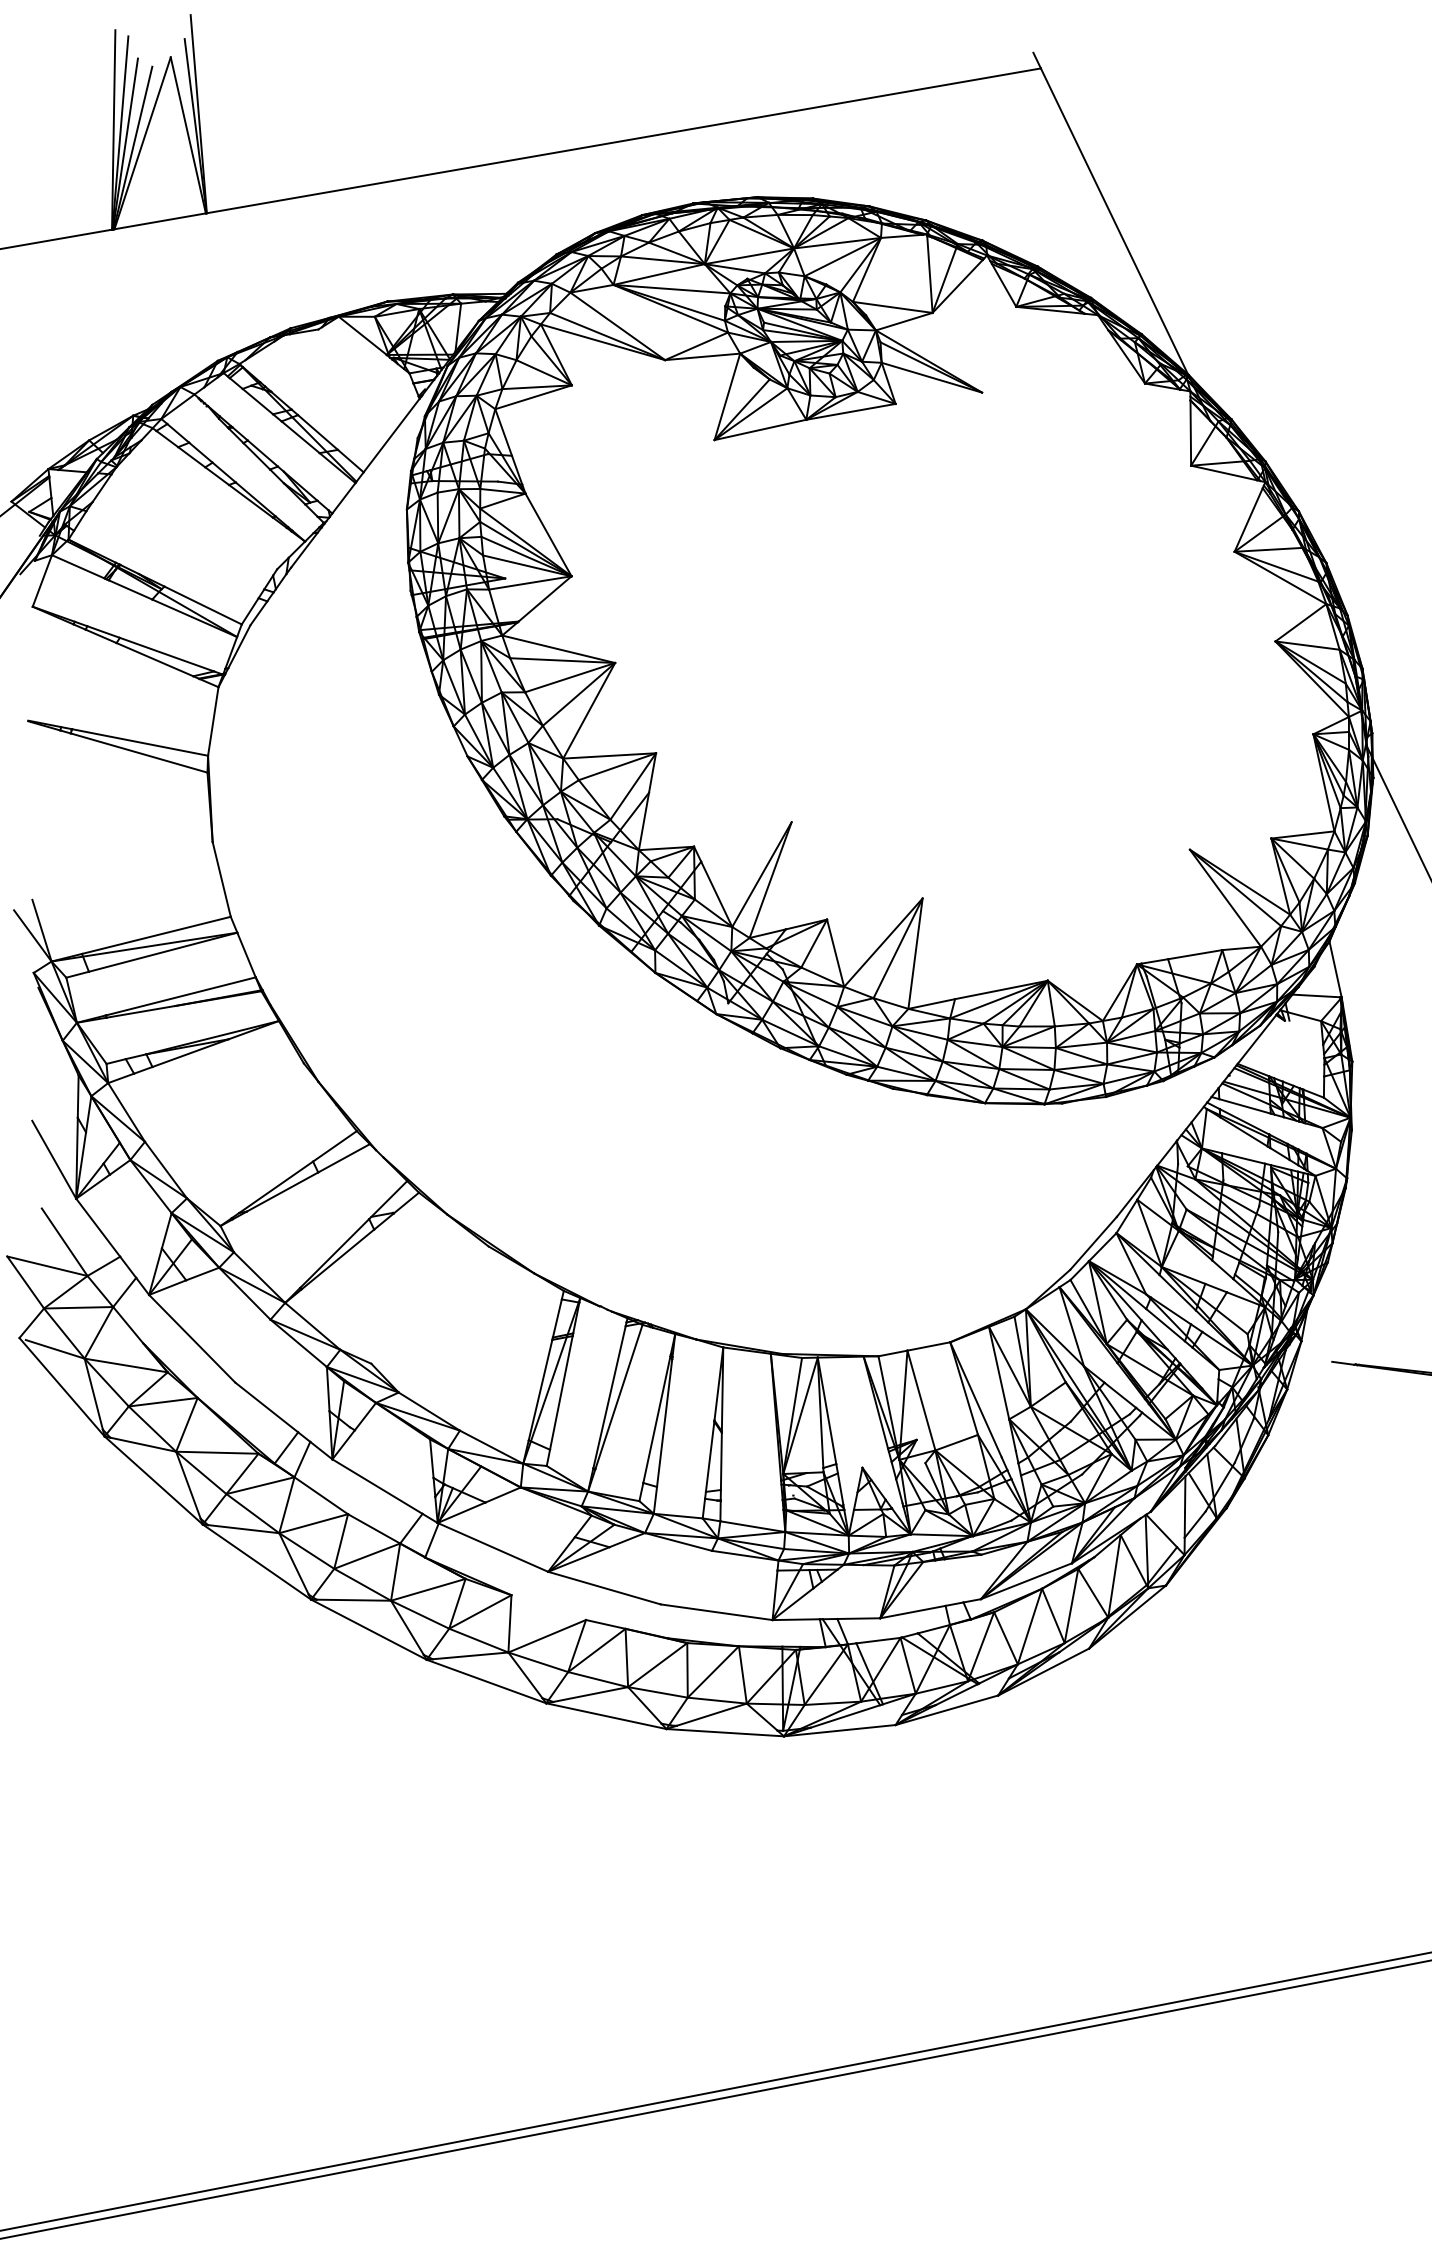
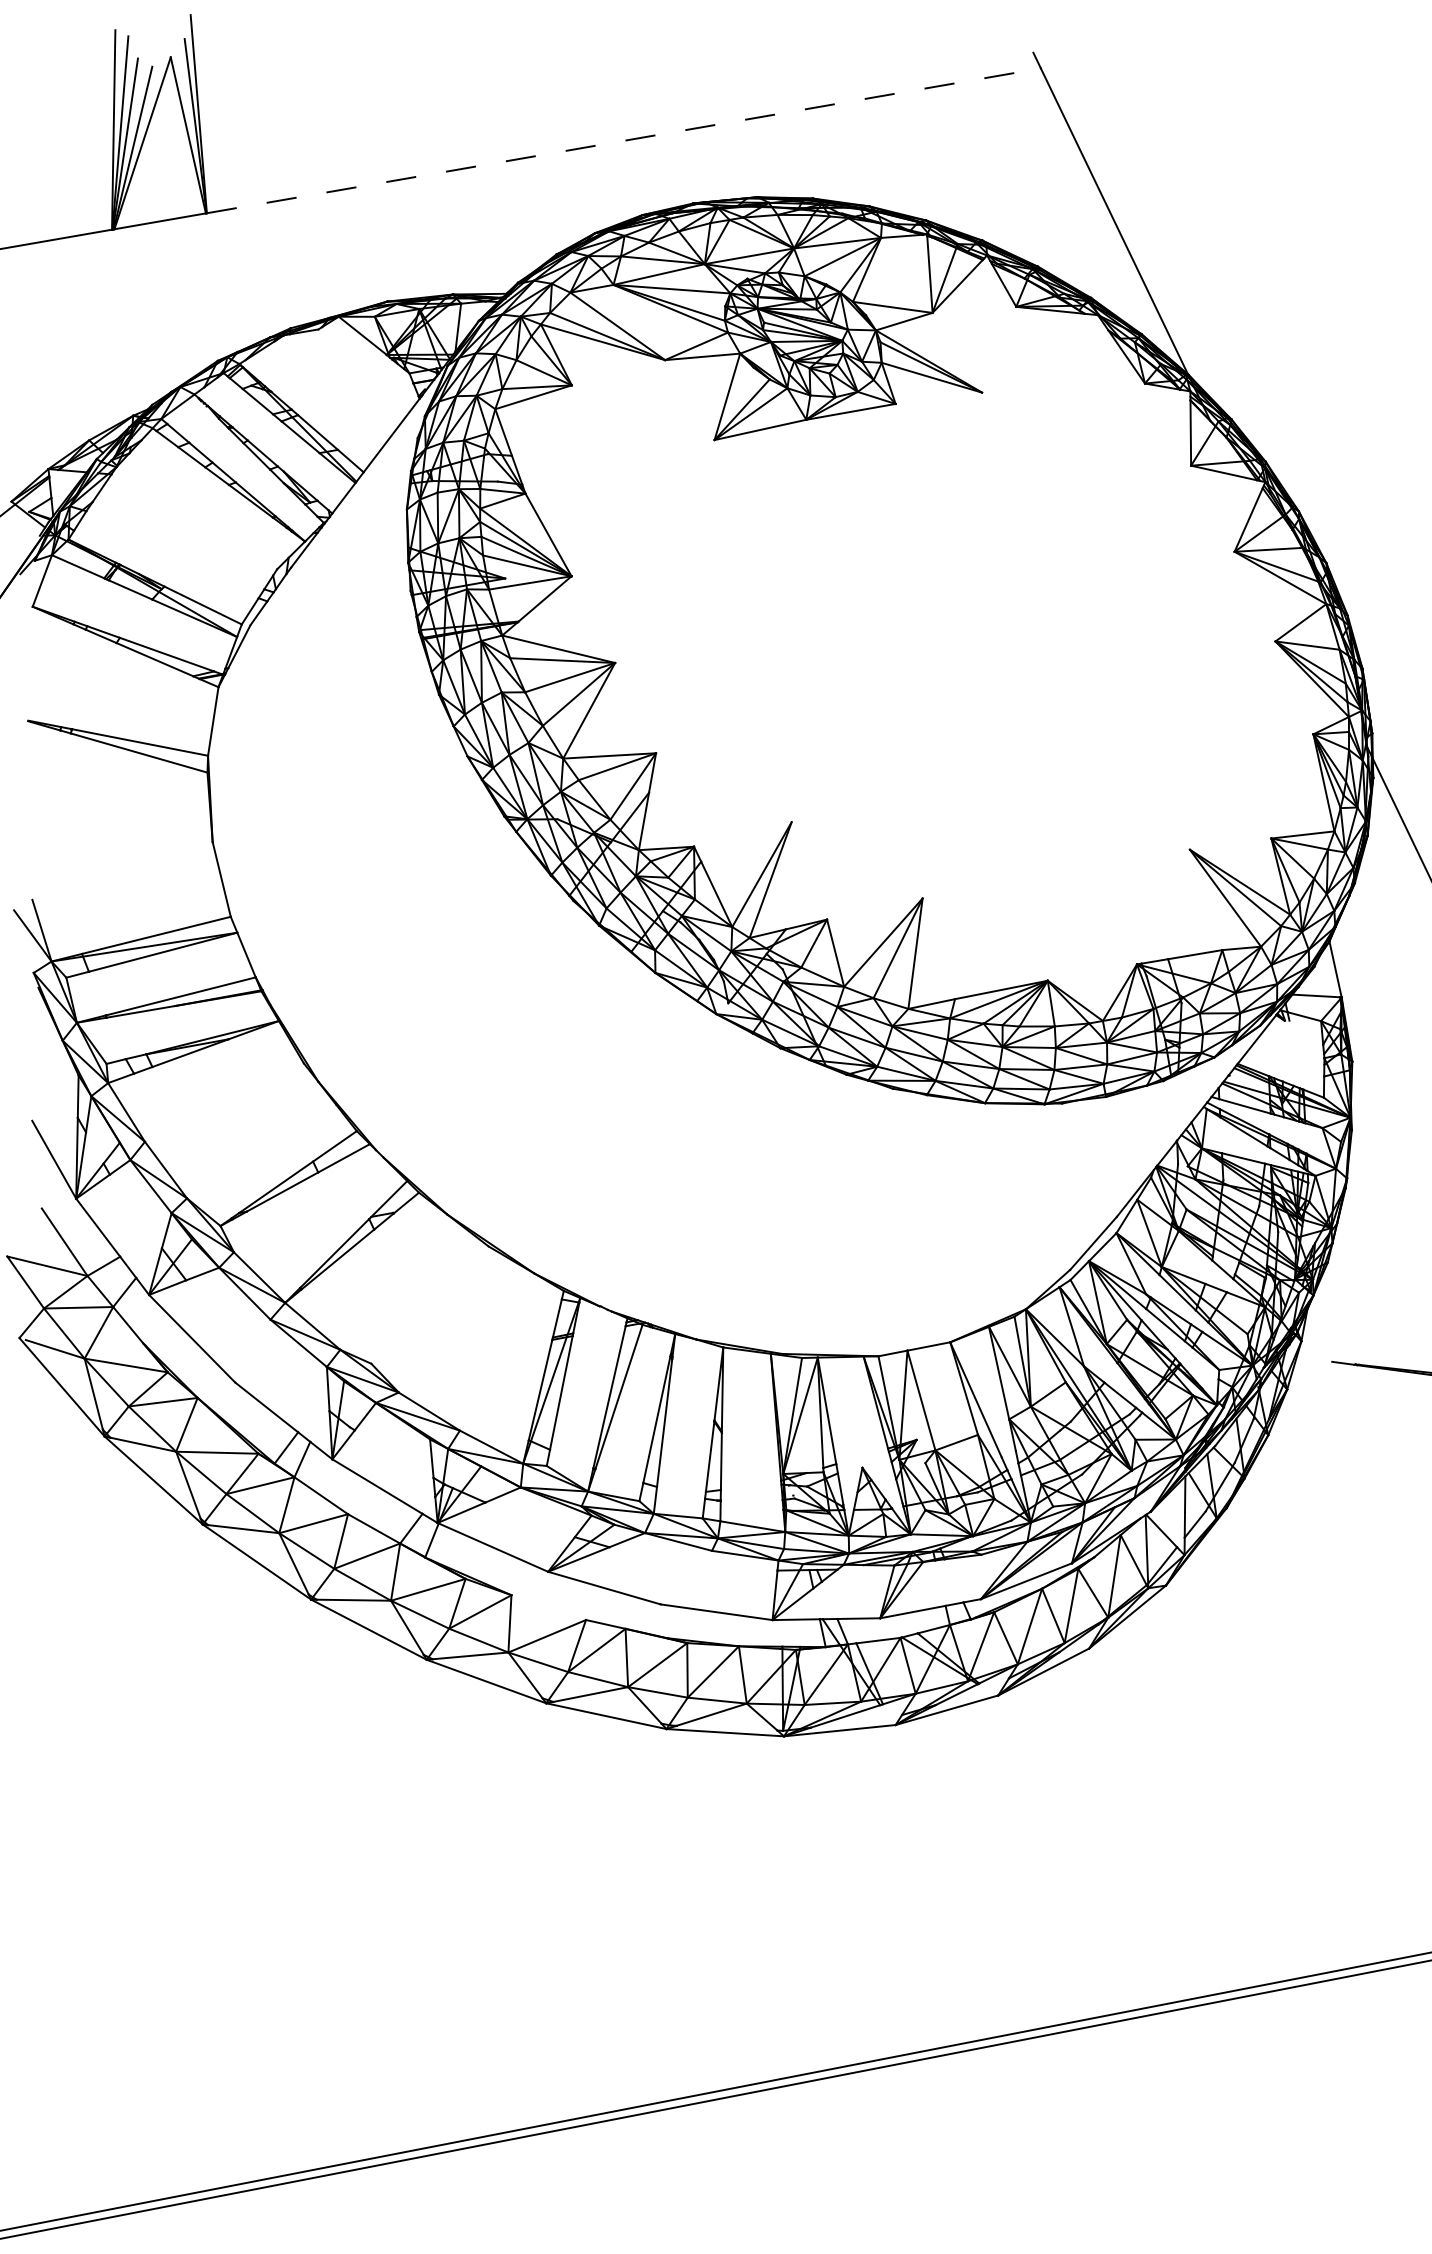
line at (624, 140): solid -> dashed
